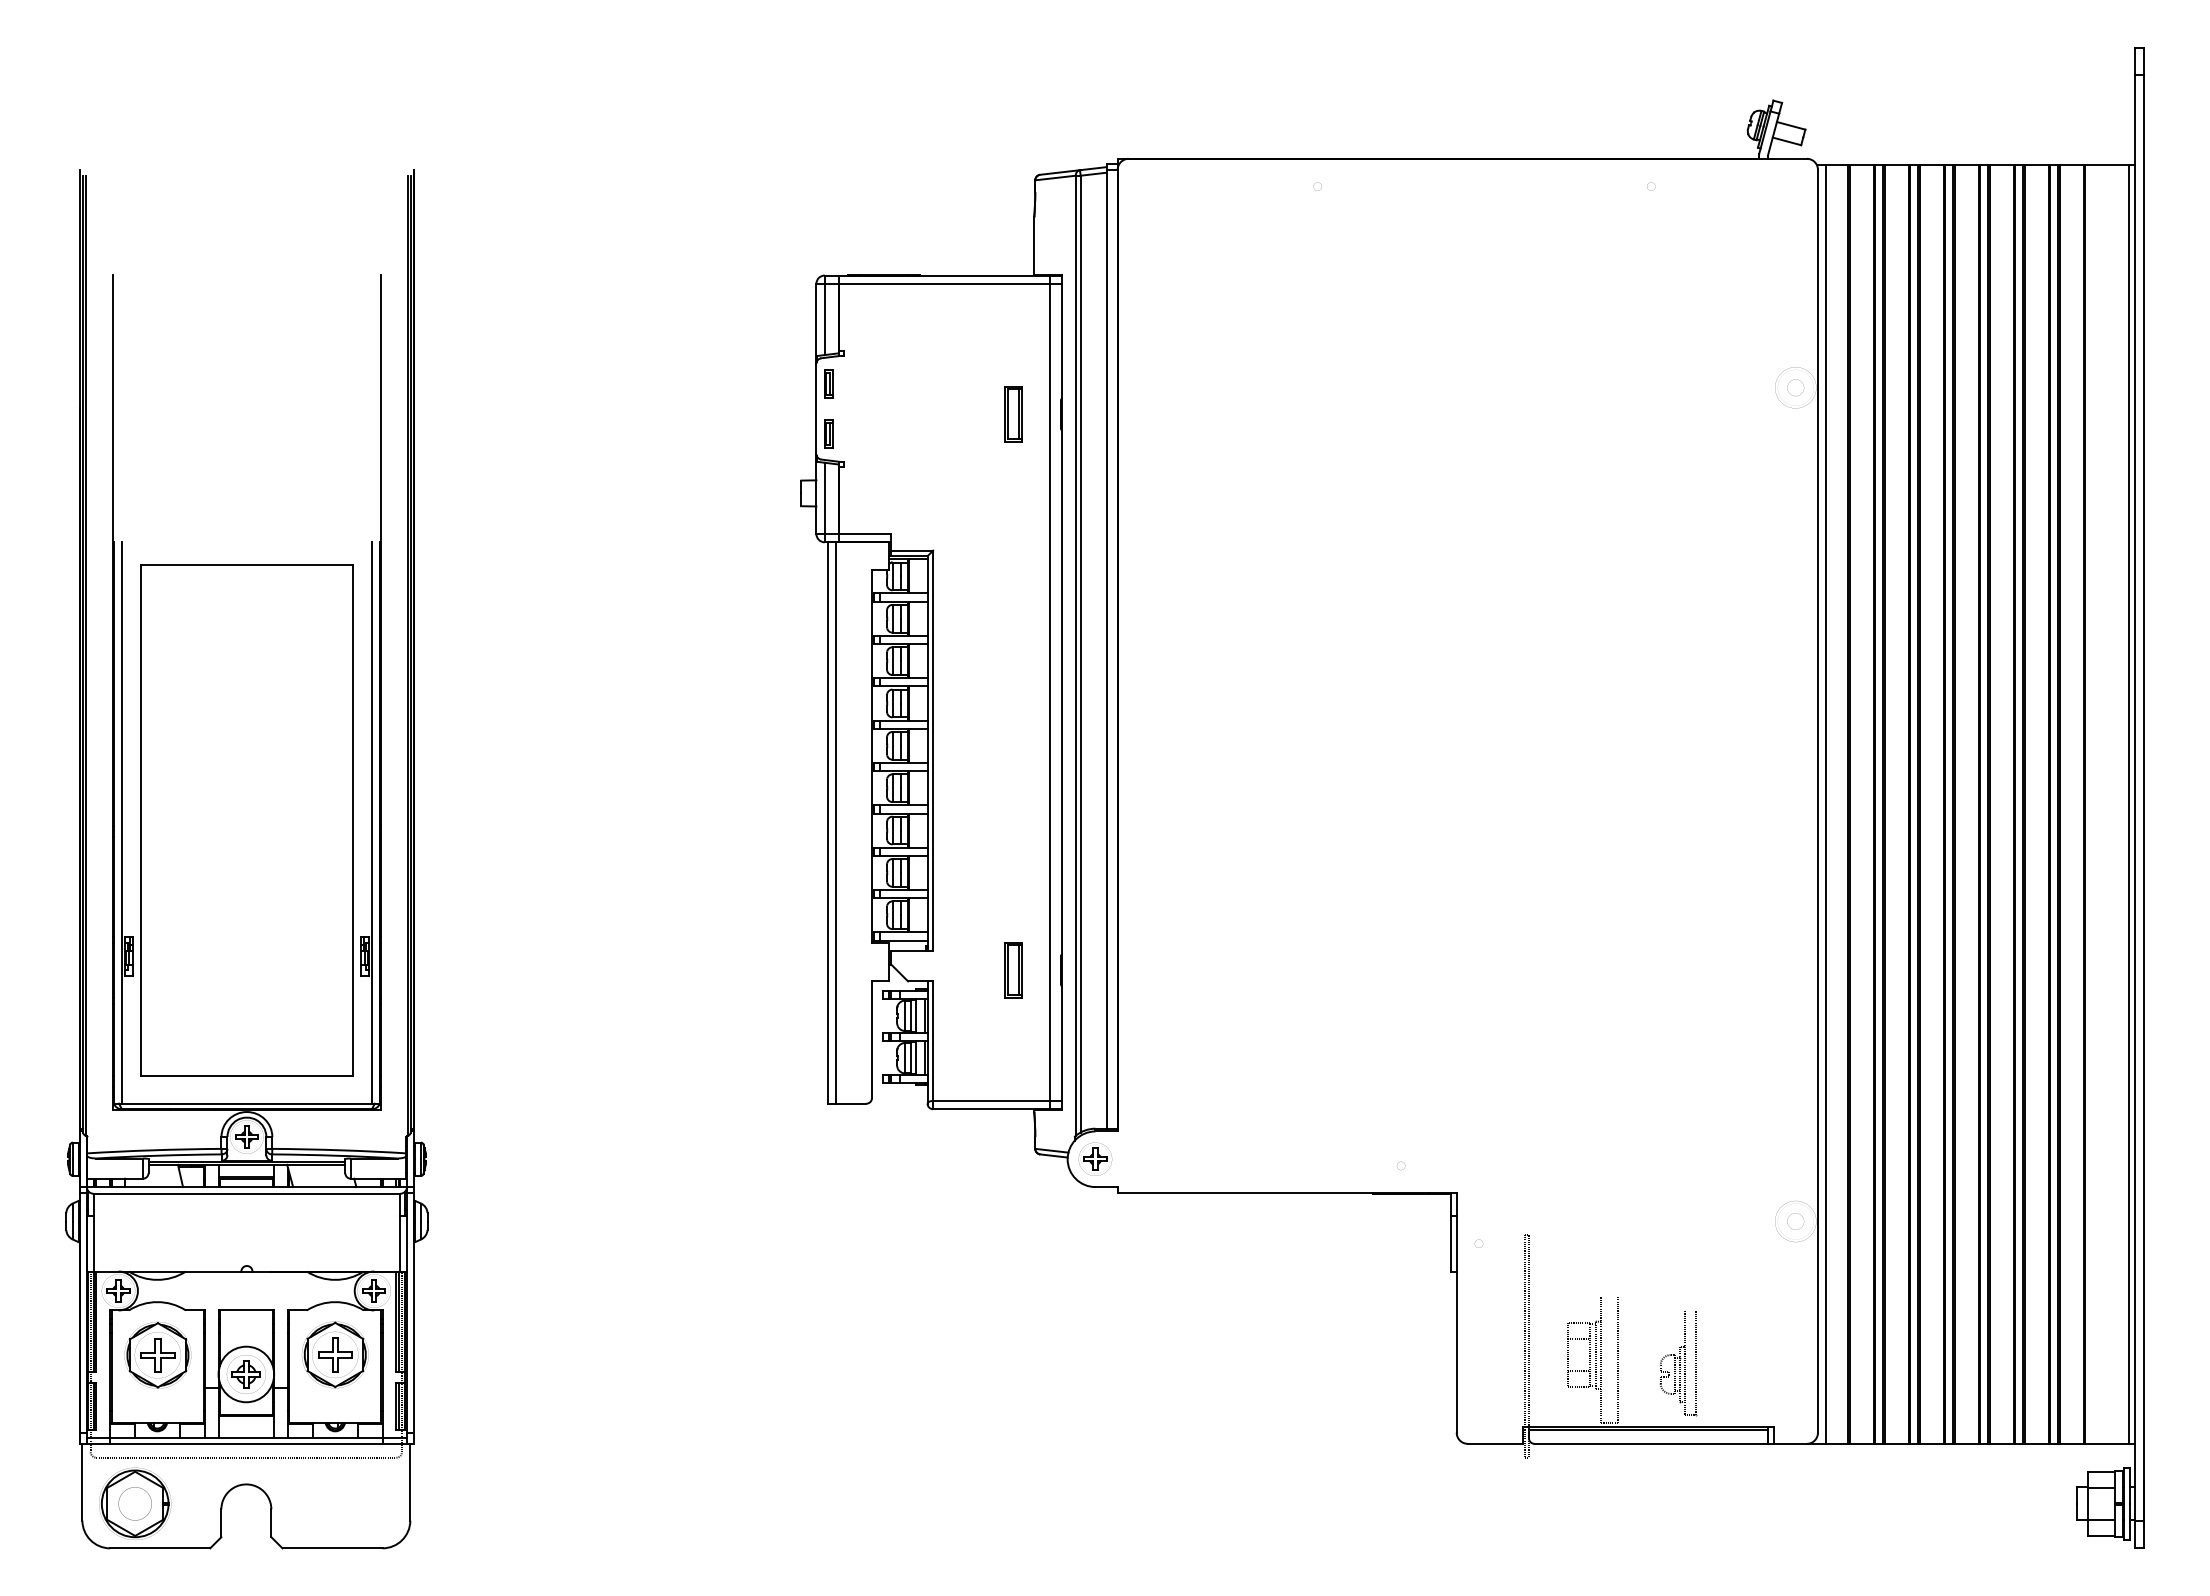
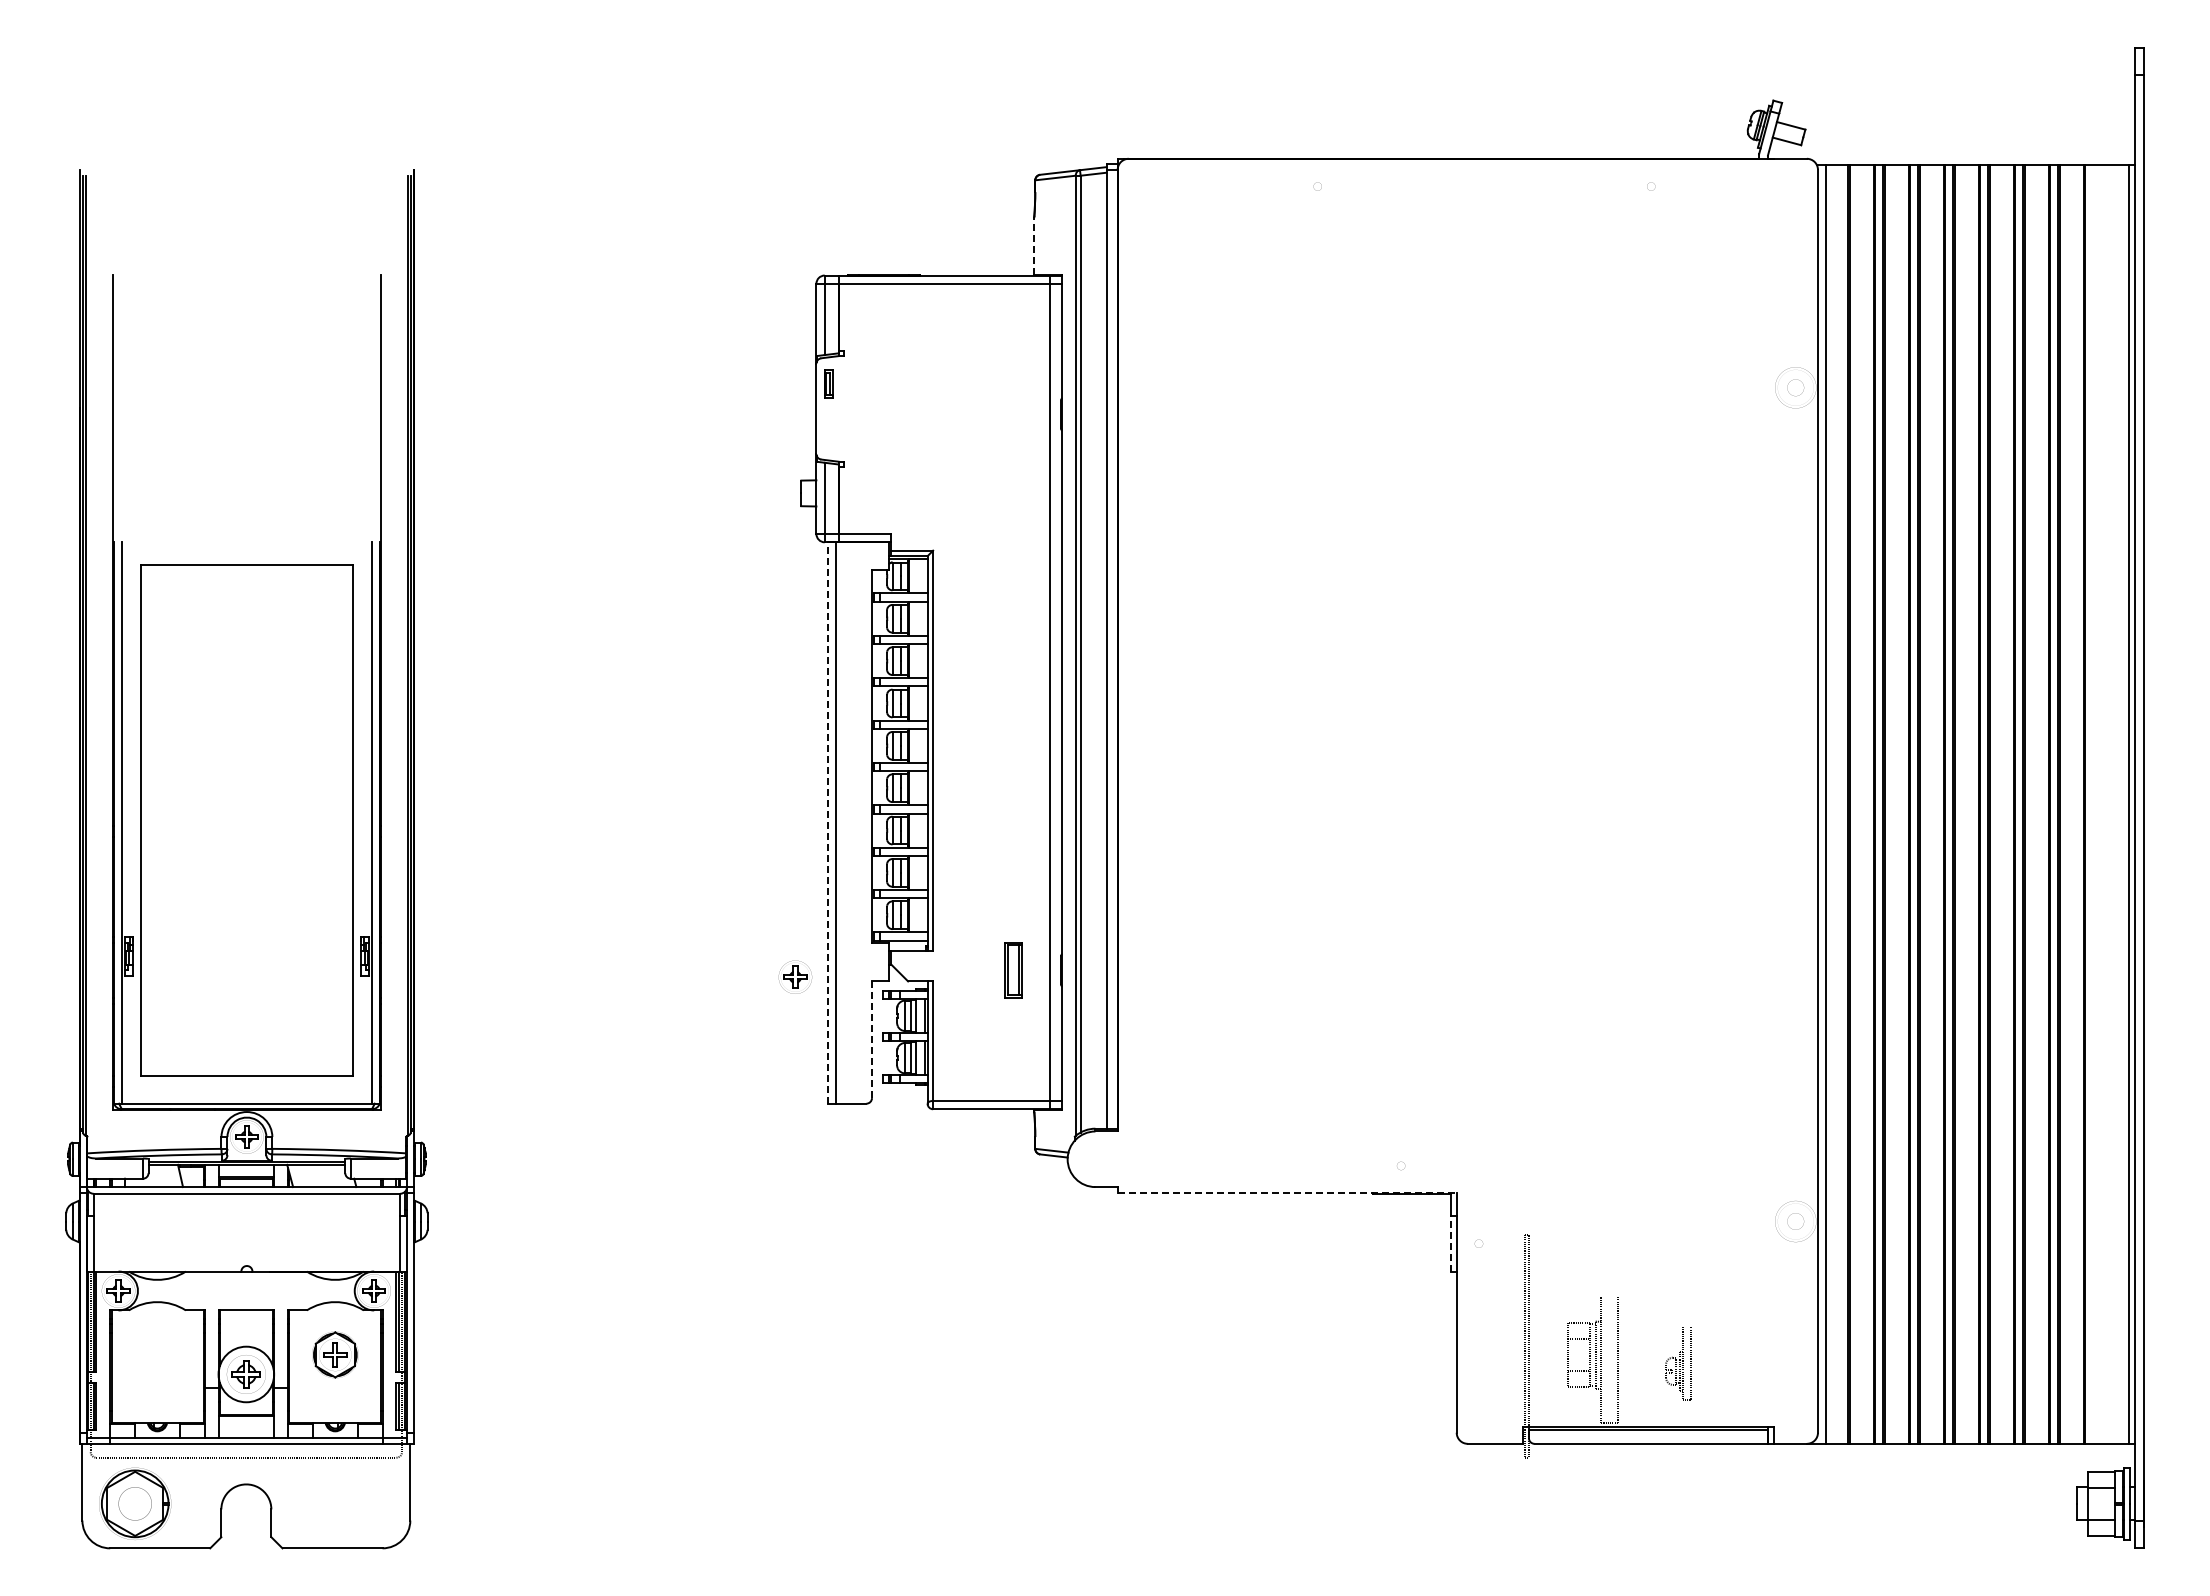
line at (1034, 246): solid -> dashed
part at (1013, 414): present -> none
part at (828, 433): present -> none
line at (827, 823): solid -> dashed
line at (872, 1039): solid -> dashed
part at (1095, 1158) position: (1095, 1158) -> (795, 976)
line at (1287, 1192): solid -> dashed
line at (1451, 1243): solid -> dashed
part at (157, 1354): present -> none
part at (335, 1354) size: 67x68 px -> 45x48 px
part at (1678, 1363) size: 39x106 px -> 27x74 px
